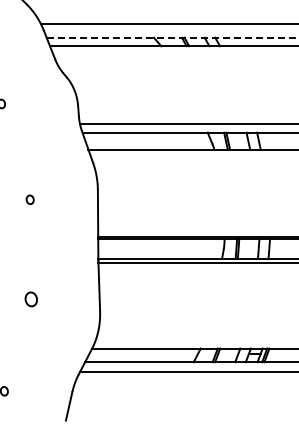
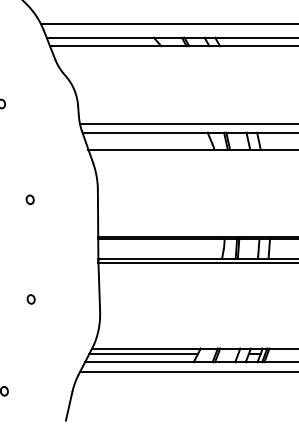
line at (172, 37): dashed -> solid
part at (30, 299) size: 14x17 px -> 10x11 px
line at (143, 354): none -> present
